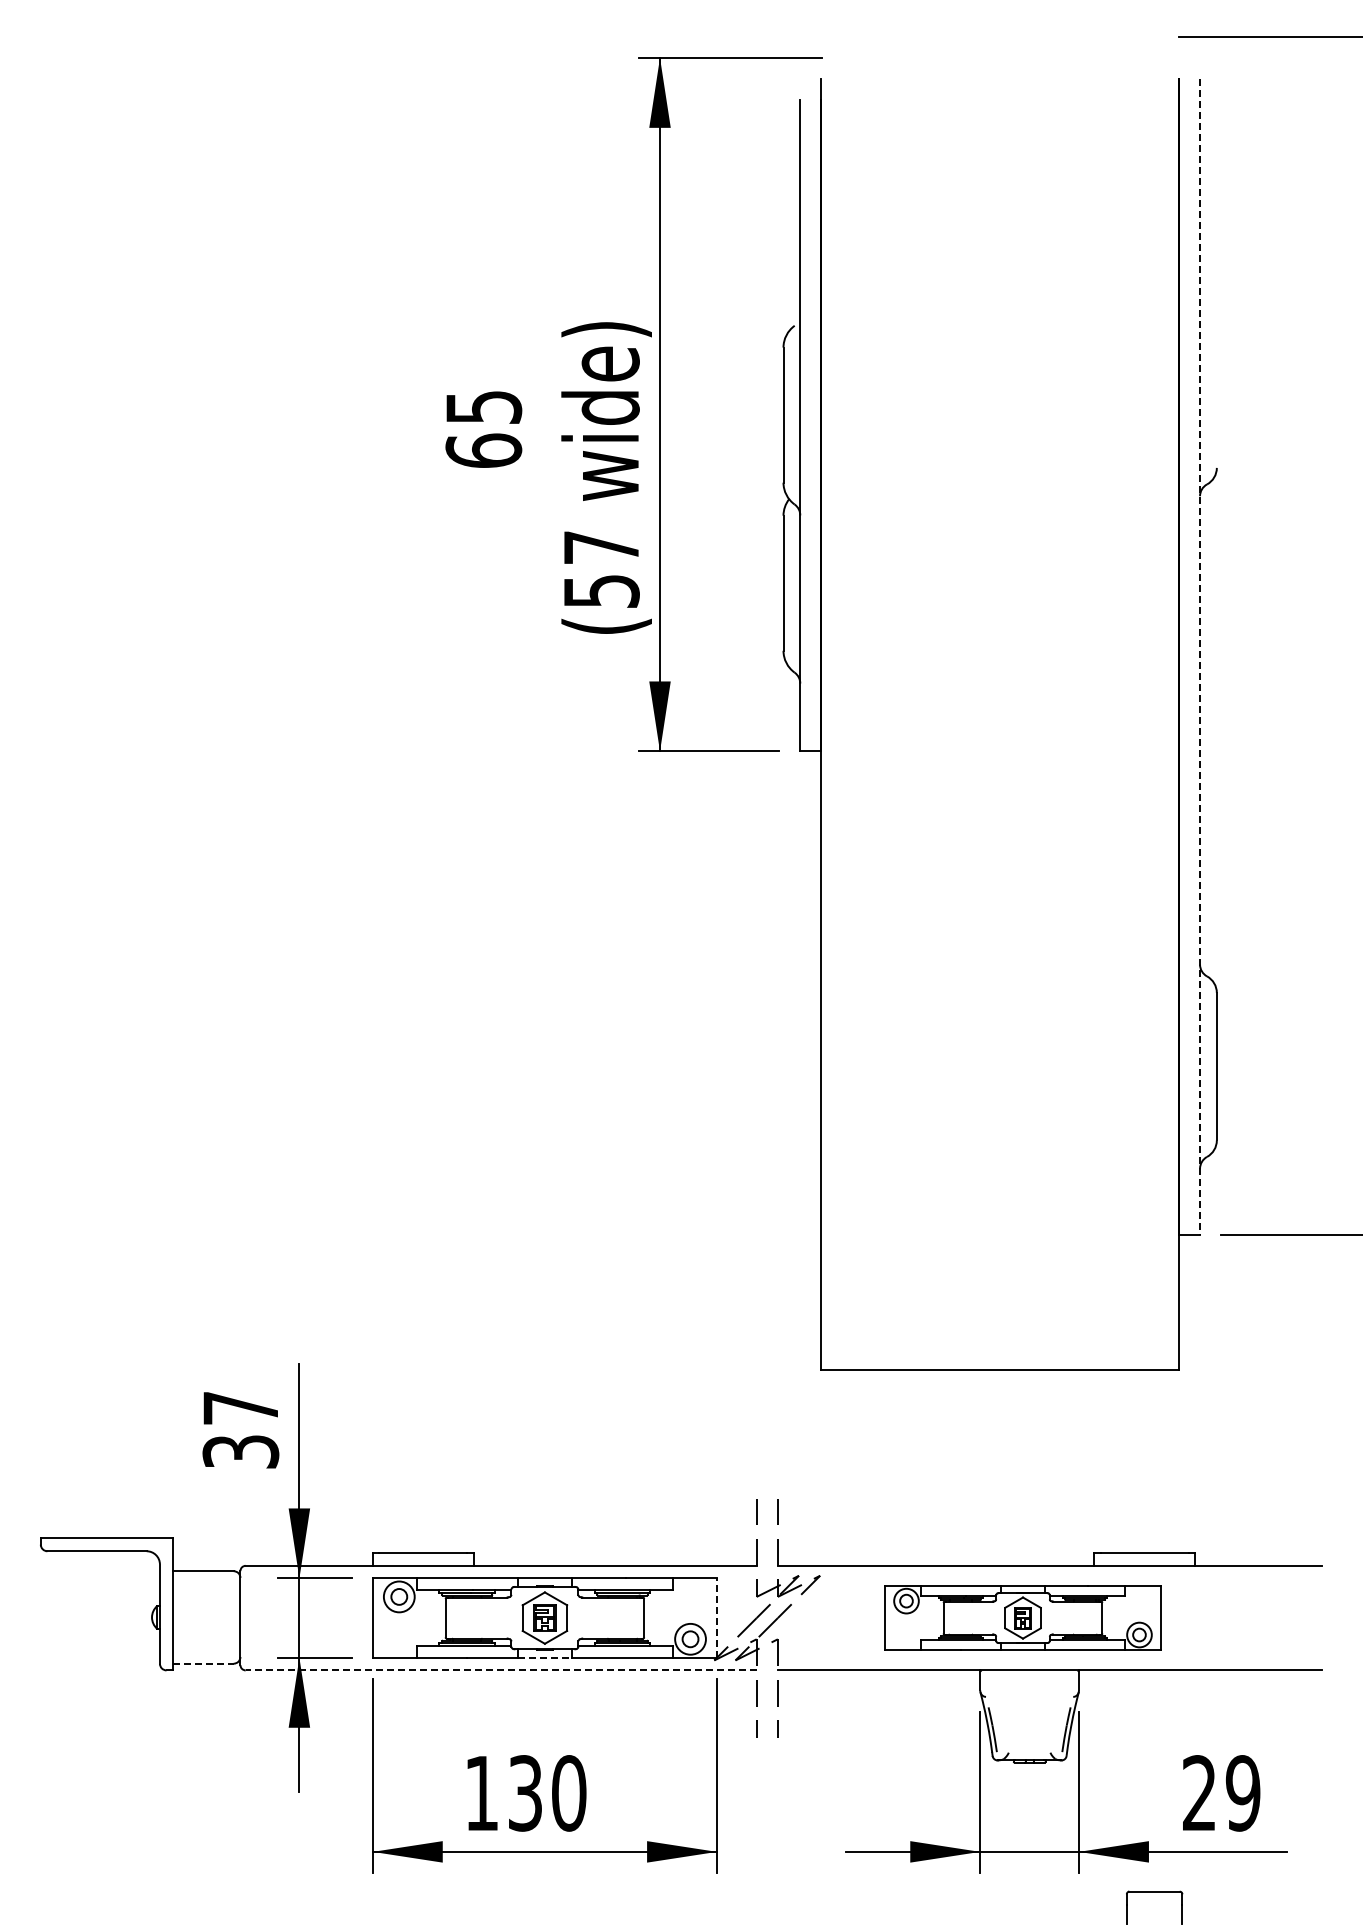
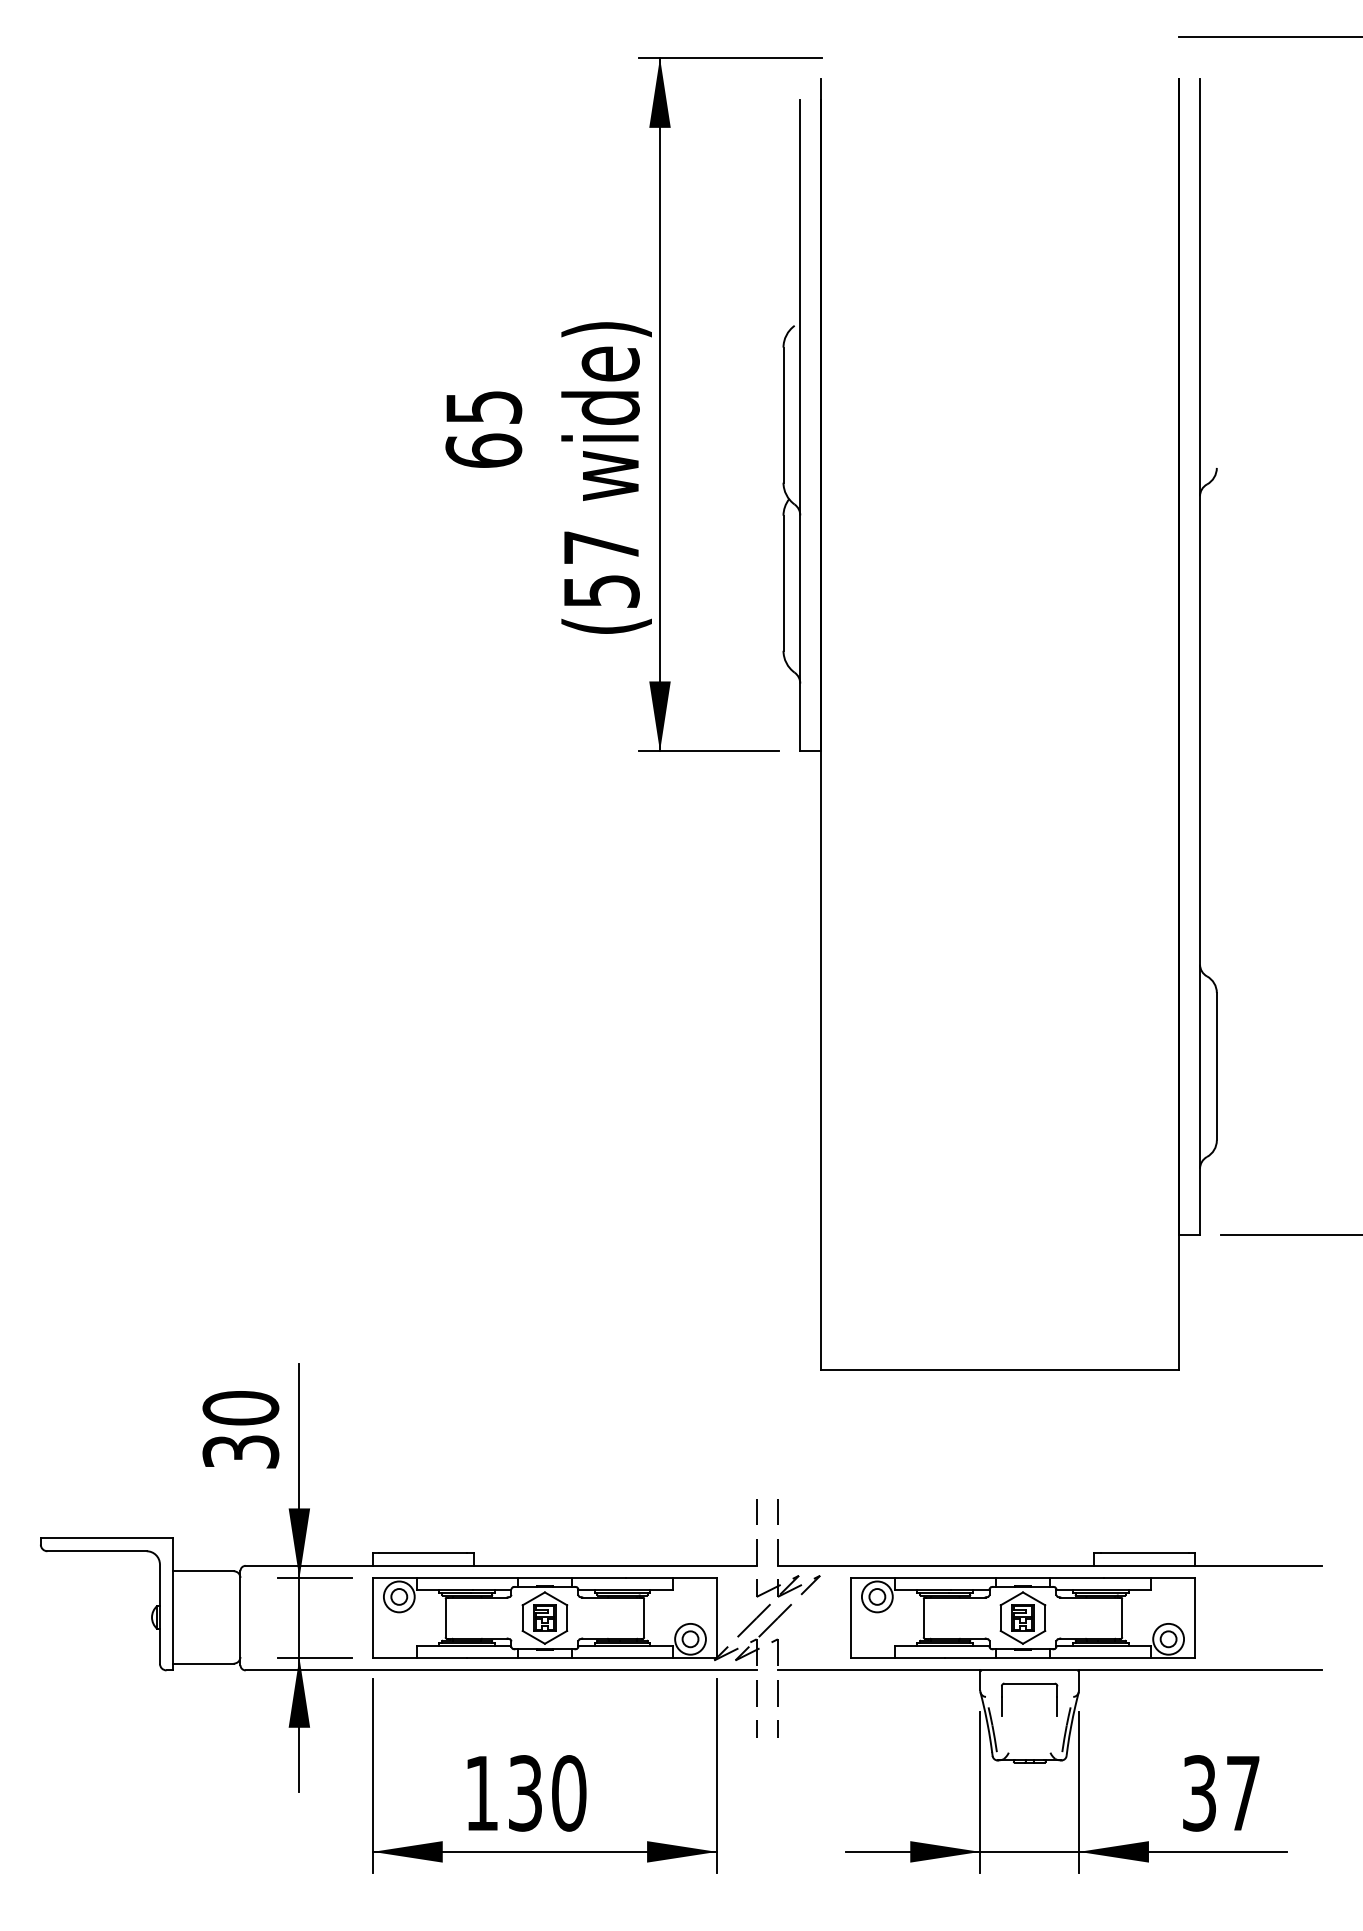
line at (1200, 657): dashed -> solid
text at (240, 1408): 37 -> 30
part at (1022, 1617) size: 278x66 px -> 346x82 px
line at (717, 1618): dashed -> solid
line at (545, 1657): dashed -> solid
line at (203, 1663): dashed -> solid
line at (500, 1670): dashed -> solid
text at (1221, 1793): 29 -> 37
part at (1154, 1892) position: (1154, 1892) -> (1029, 1684)
